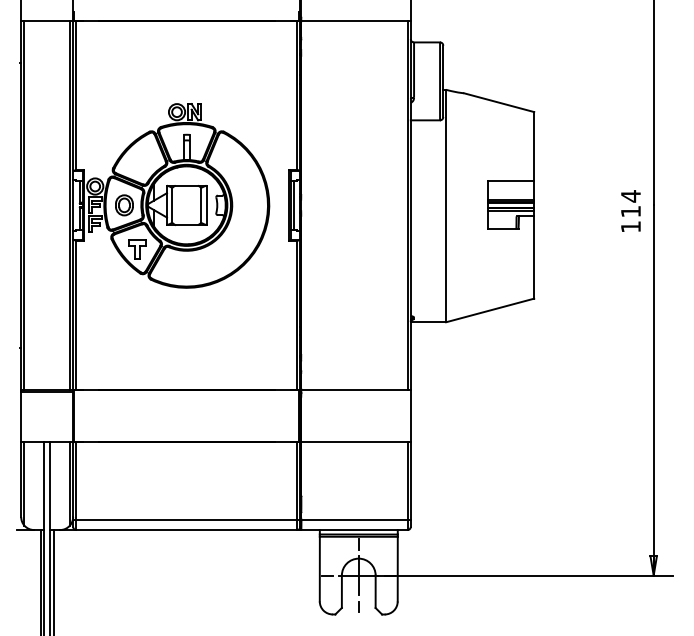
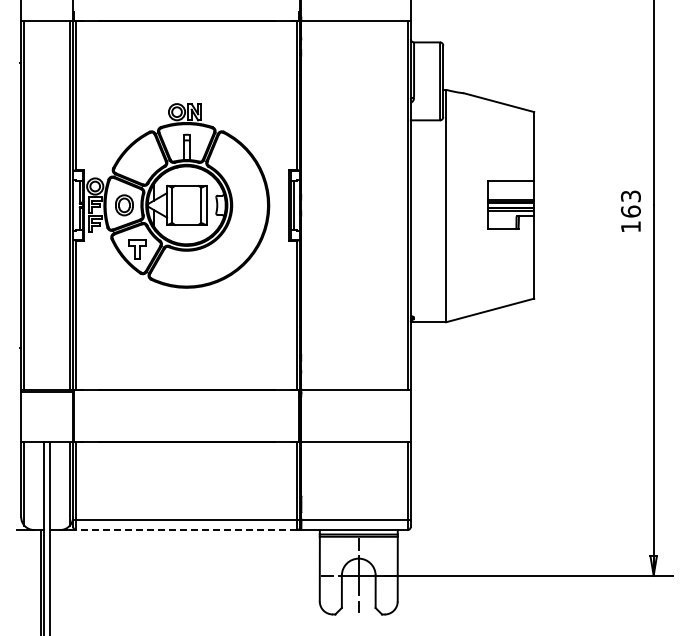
text at (630, 203): 114 -> 163
line at (186, 530): solid -> dashed
line at (53, 581): present -> none
